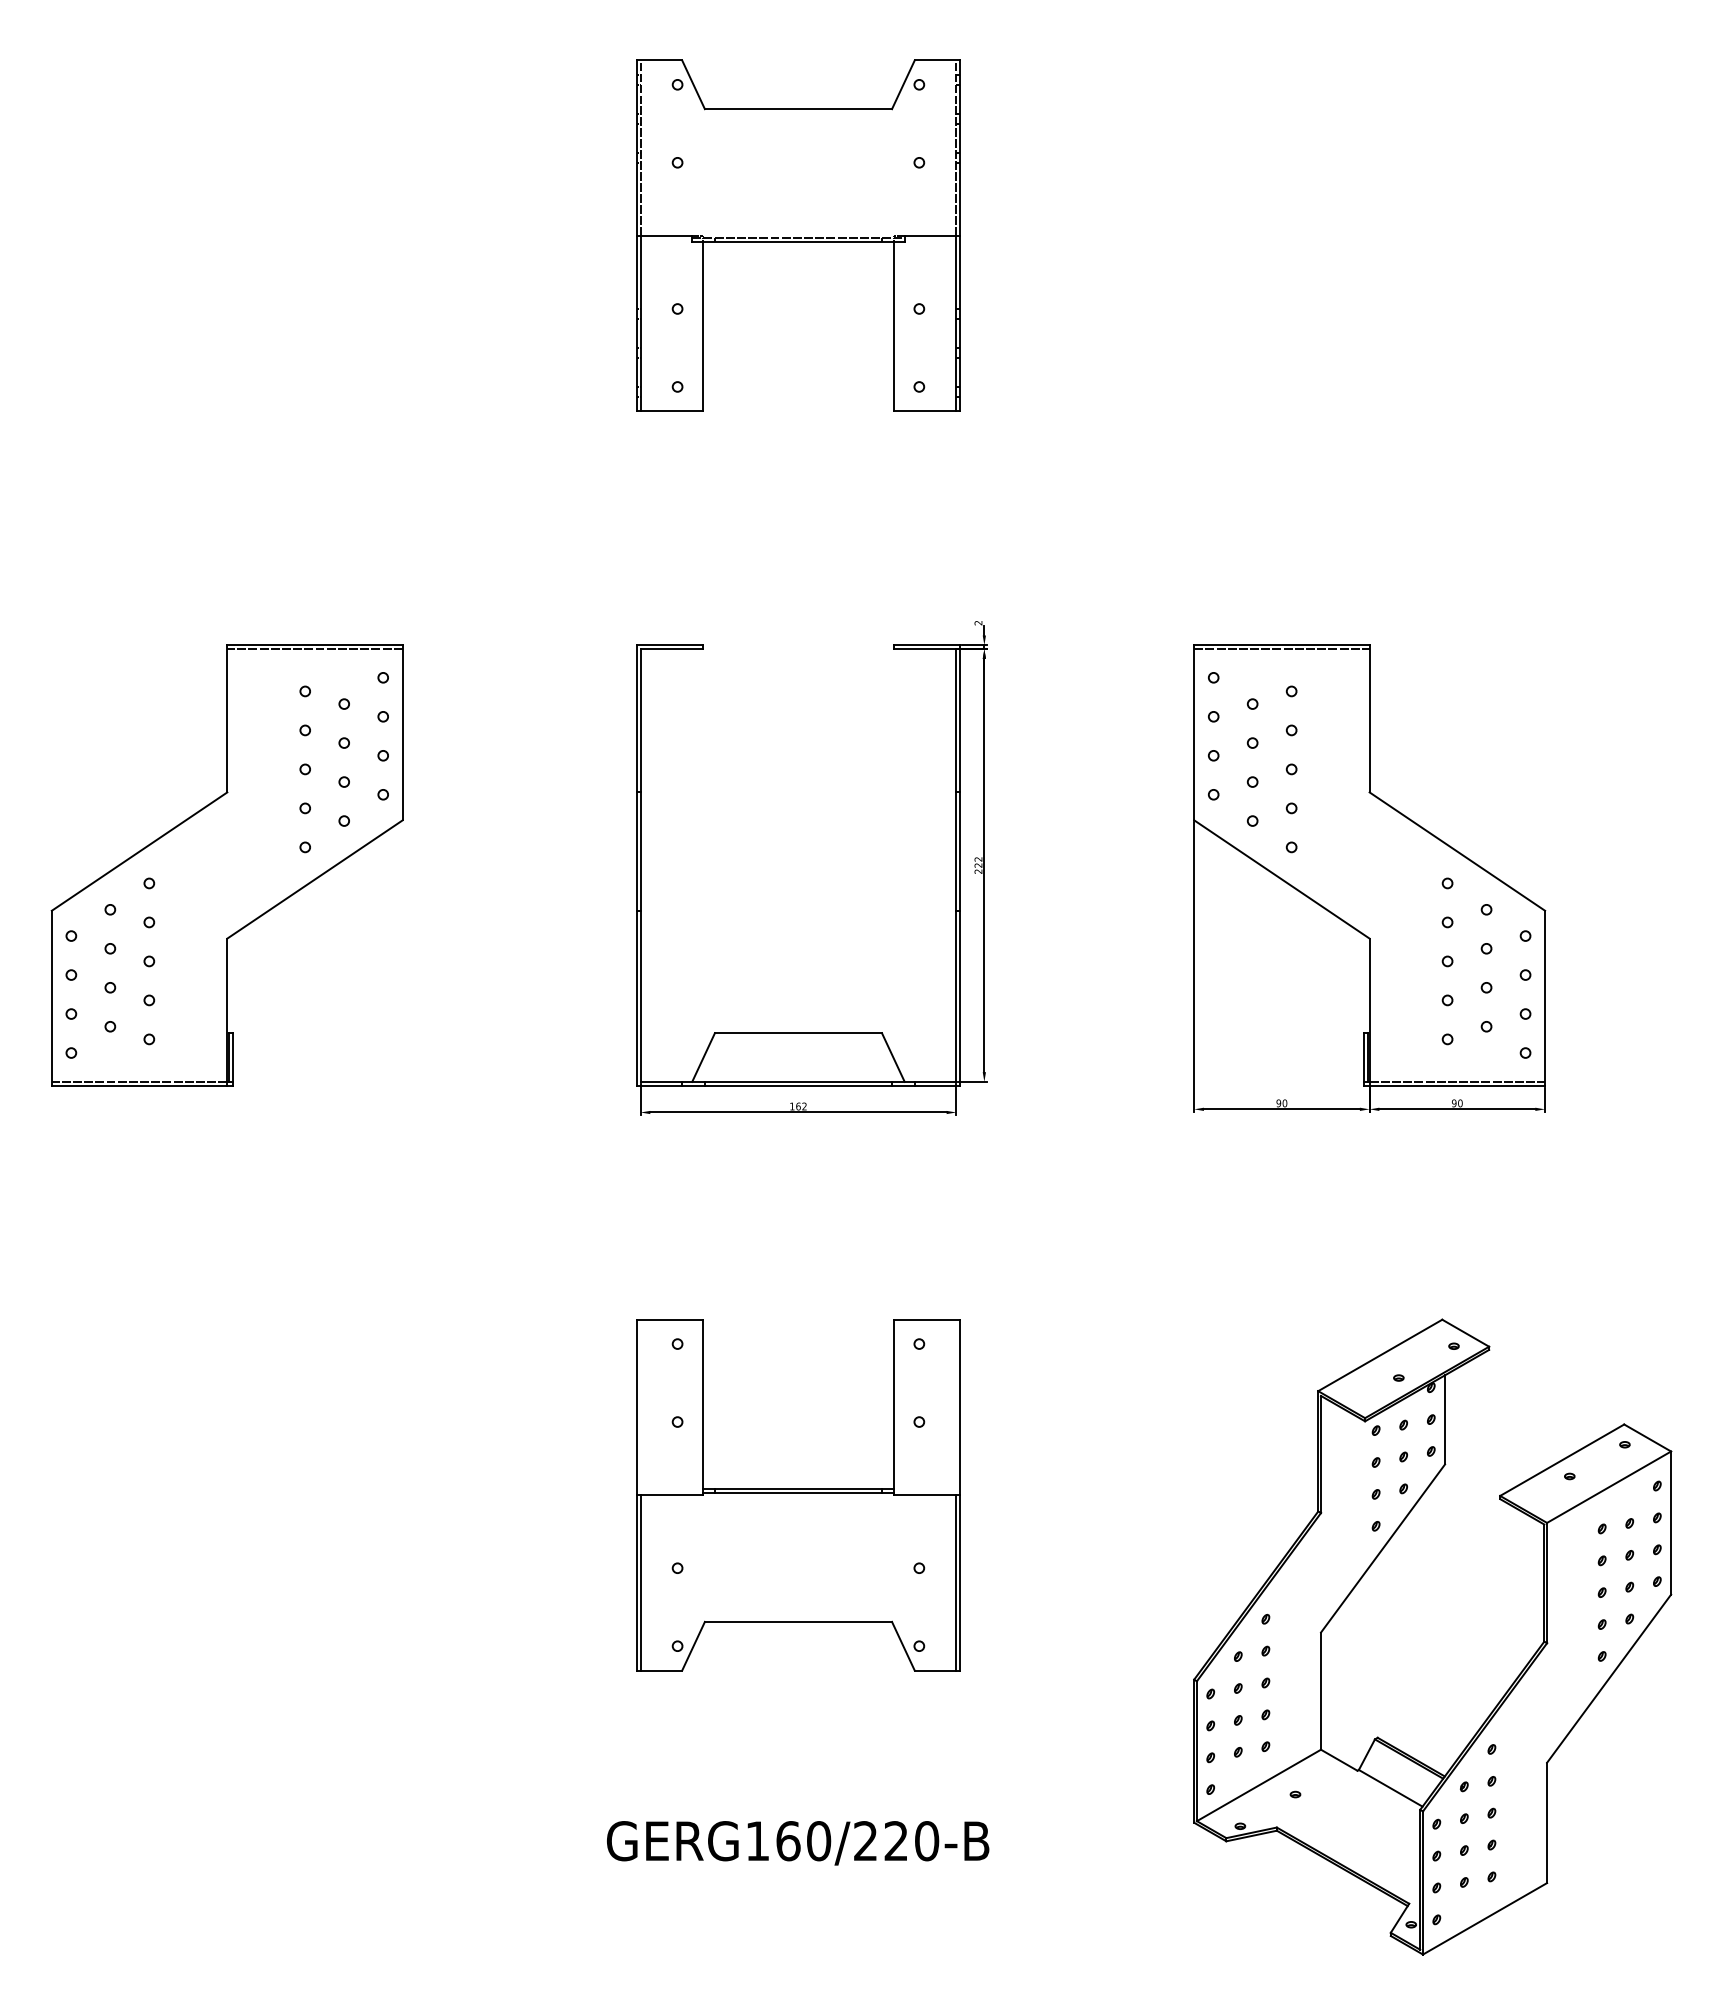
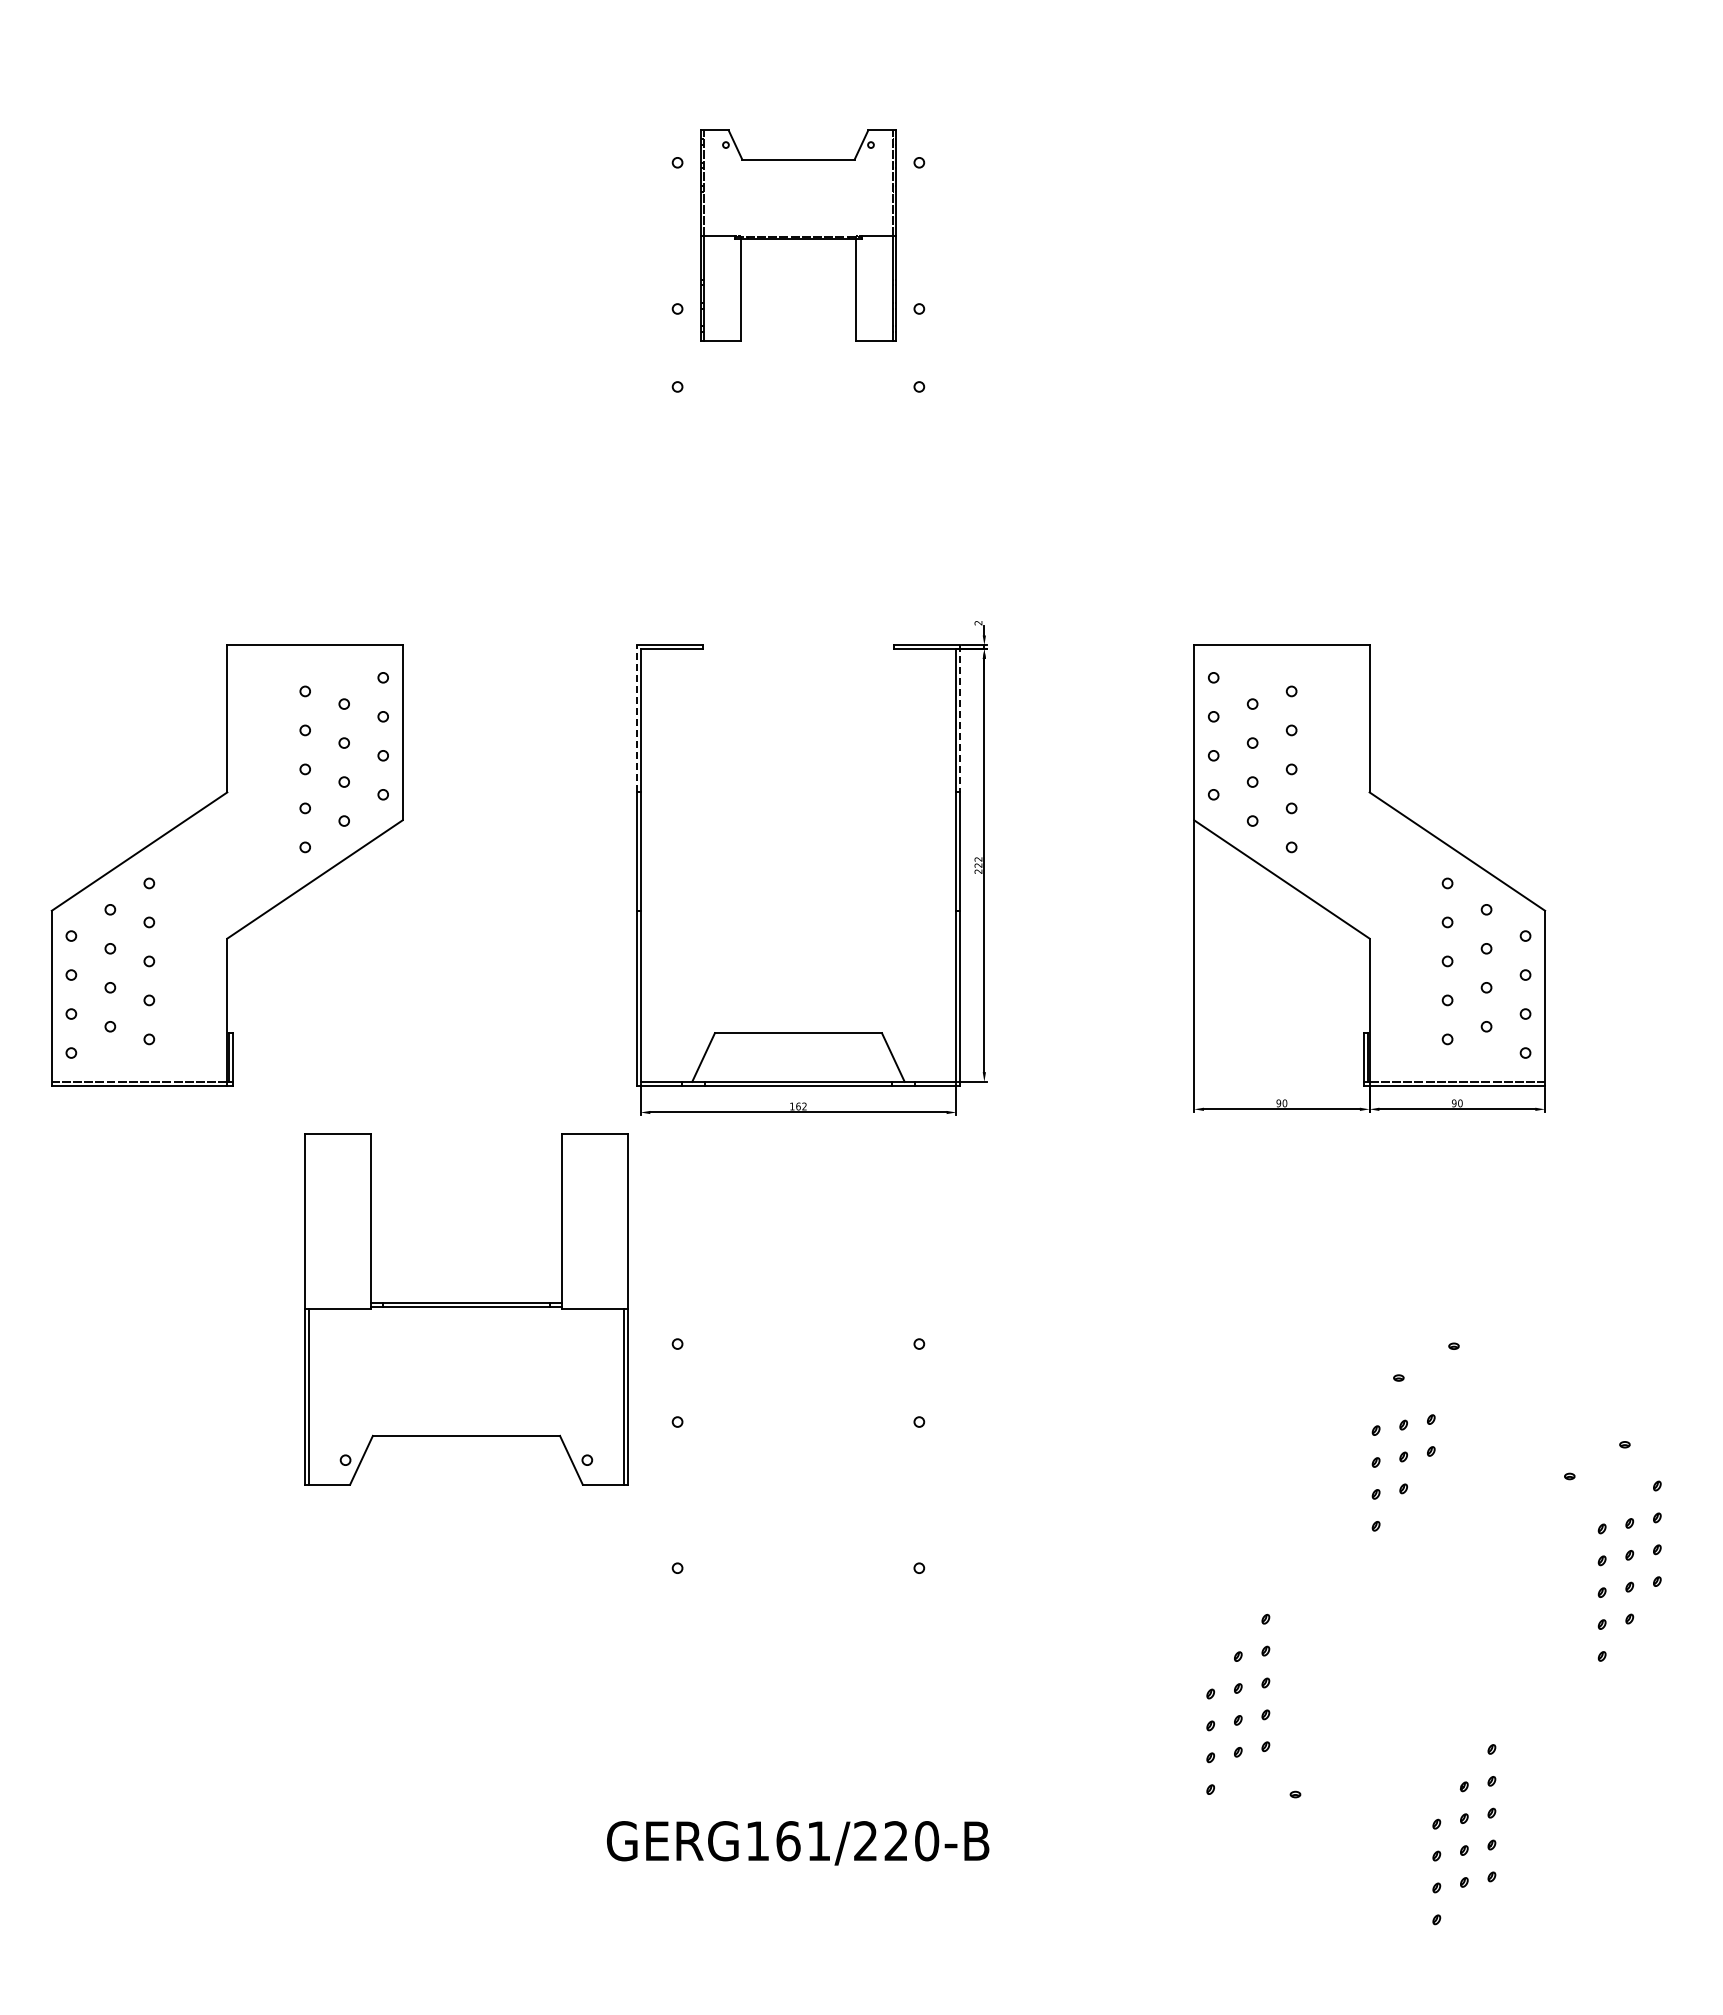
part at (798, 235) size: 325x353 px -> 197x213 px
line at (314, 649): present -> none
line at (1281, 649): present -> none
line at (636, 718): solid -> dashed
line at (960, 718): solid -> dashed
part at (798, 1495) position: (798, 1495) -> (466, 1309)
part at (1359, 1582): present -> none
text at (819, 1841): GERG160/220-B -> GERG161/220-B
